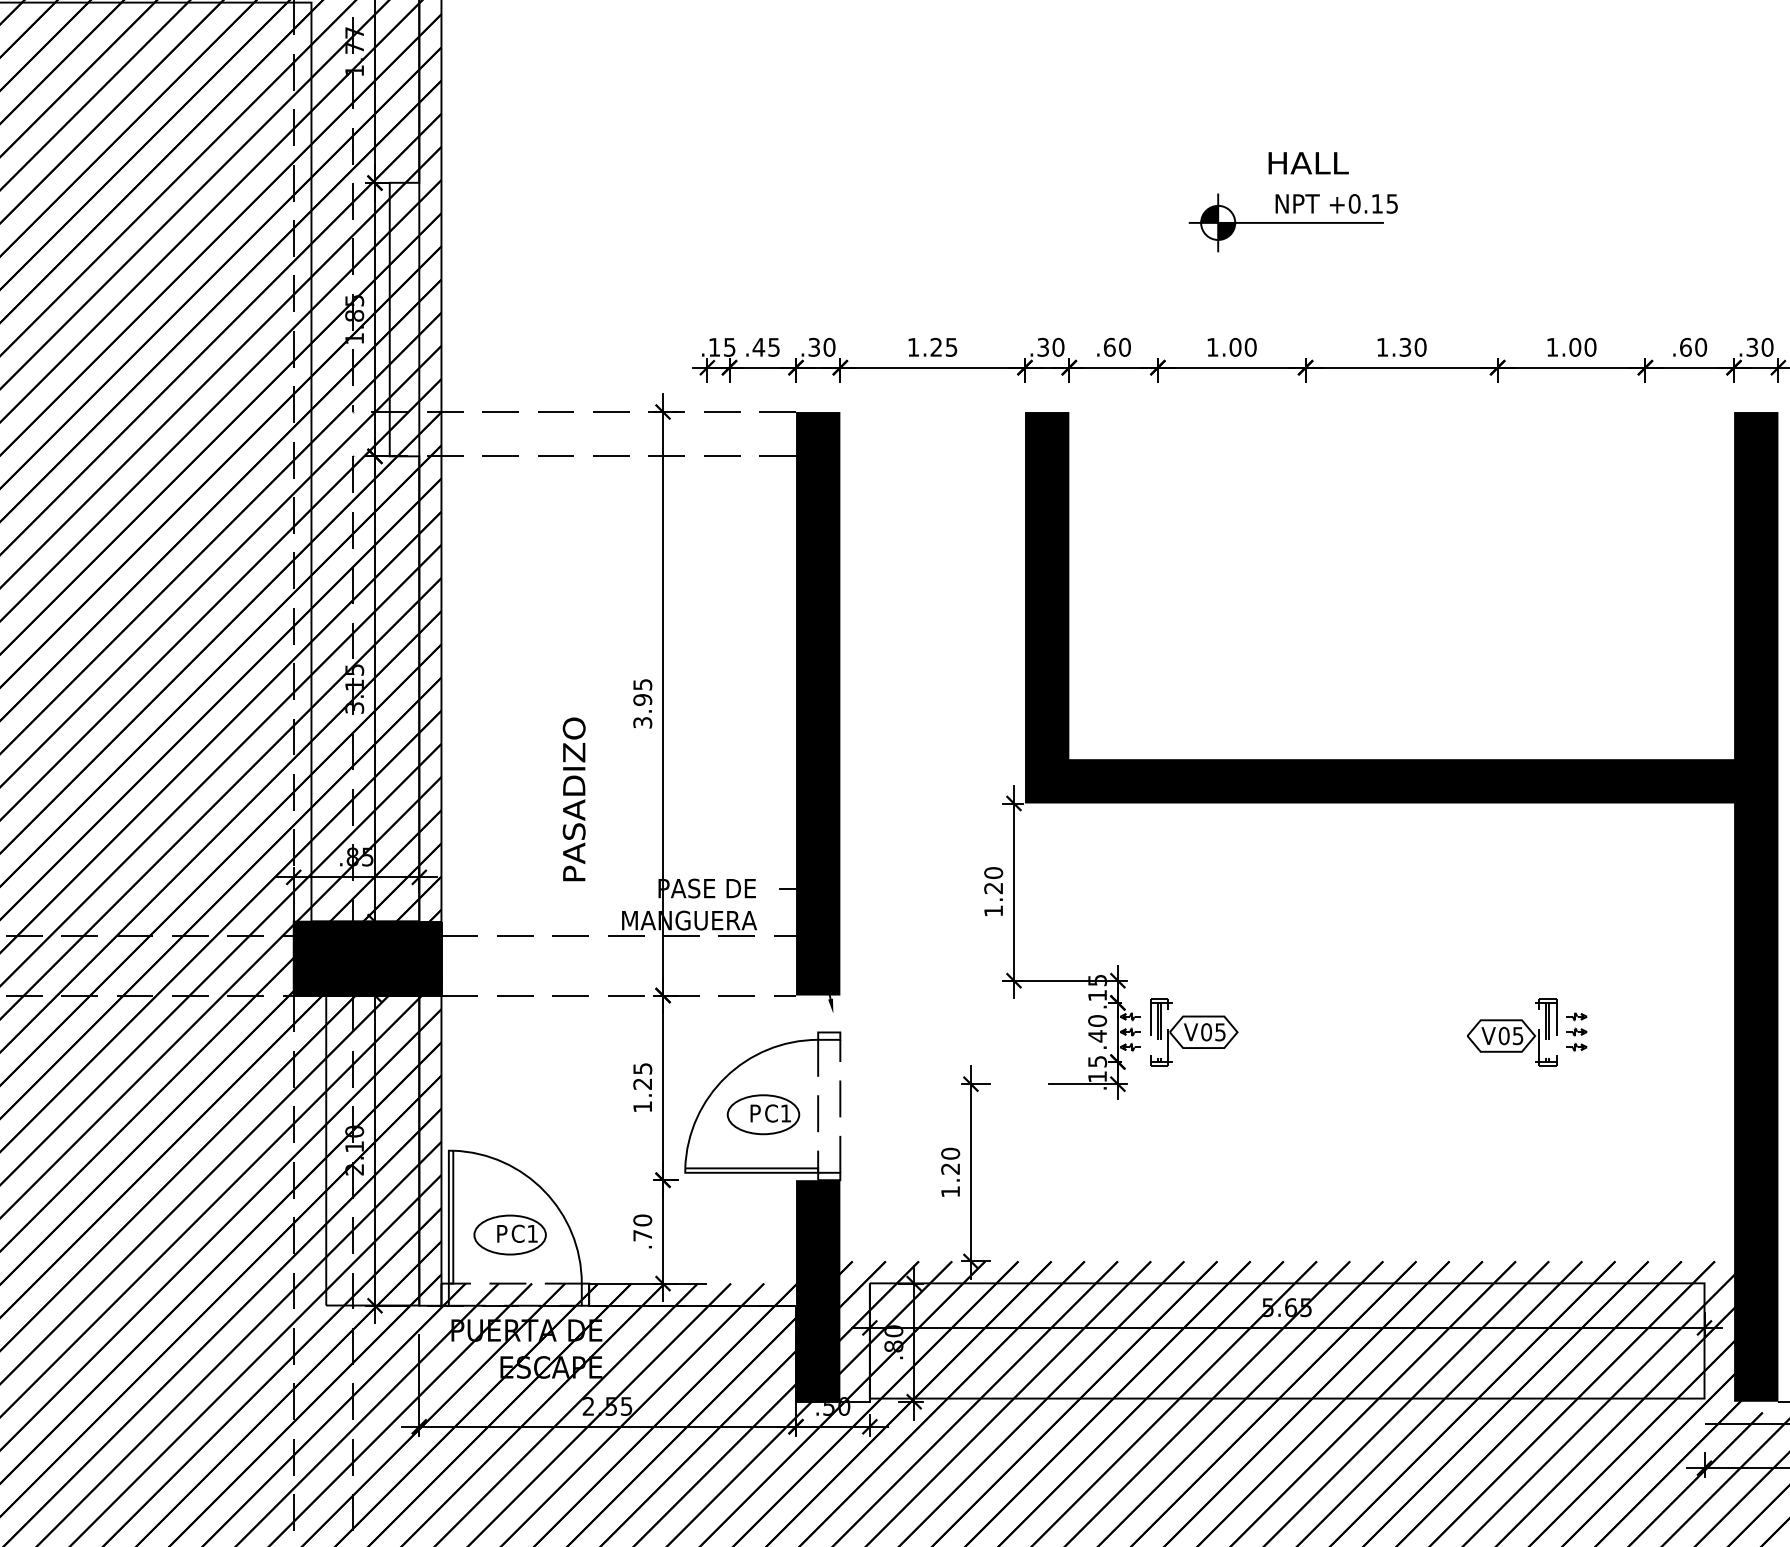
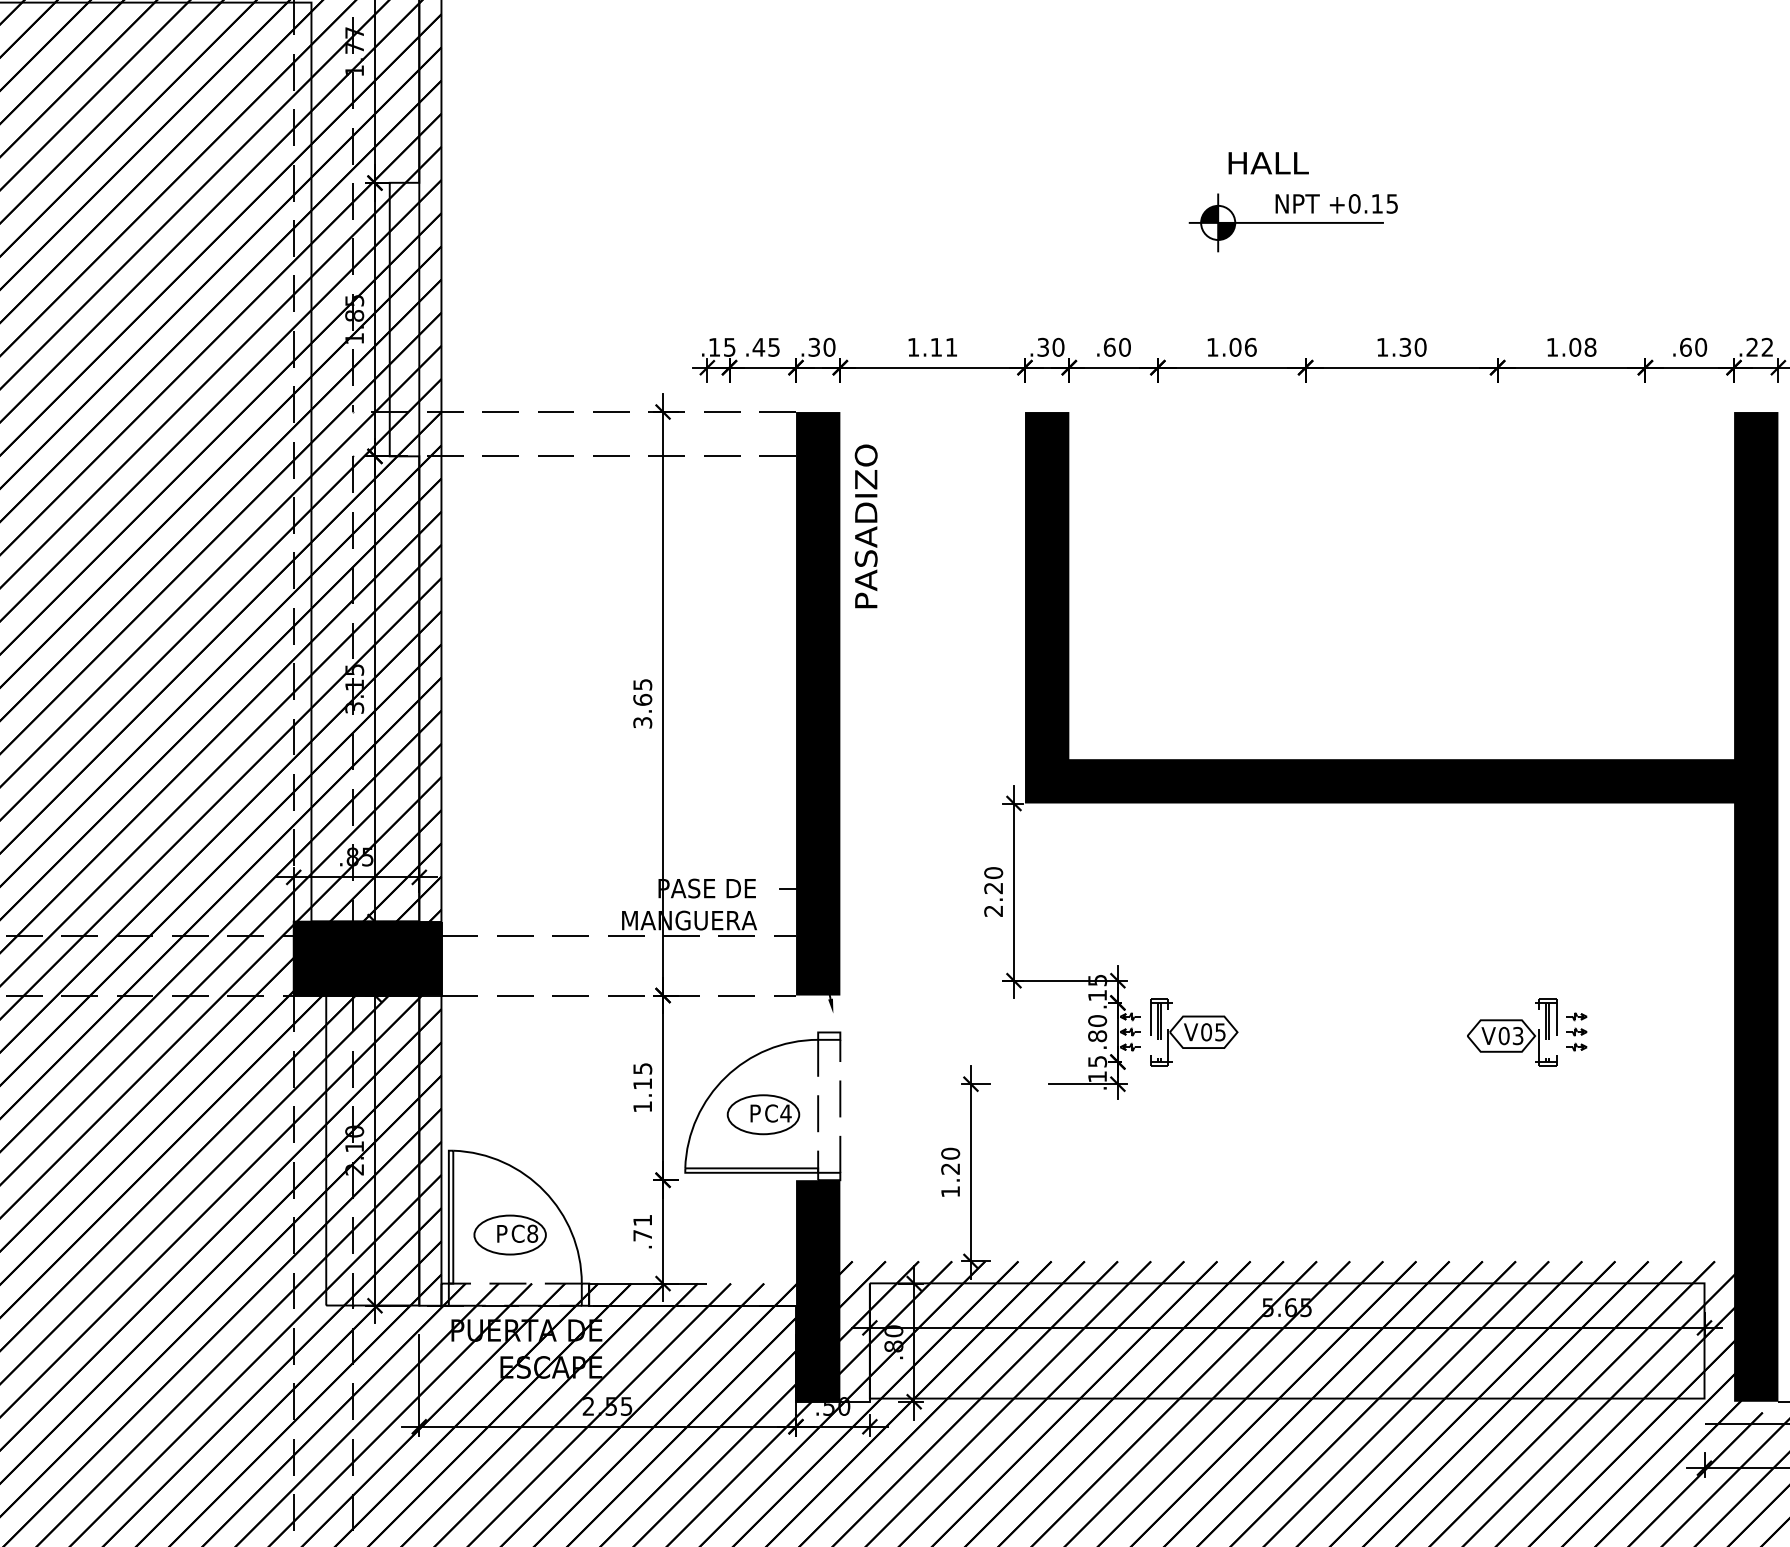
text at (1308, 163) position: (1308, 163) -> (1268, 163)
text at (943, 346): 1.25 -> 1.11
text at (1250, 346): 1.00 -> 1.06
text at (1759, 346): .30 -> .22
text at (1590, 347): 1.00 -> 1.08
text at (642, 699): 3.95 -> 3.65
text at (573, 799) position: (573, 799) -> (865, 526)
text at (993, 910): 1.20 -> 2.20
text at (1518, 1035): 05 -> 03
text at (1097, 1036): .40 -> .80
text at (642, 1083): 1.25 -> 1.15
text at (785, 1113): C1 -> C4
text at (642, 1220): .70 -> .71
text at (532, 1233): C1 -> C8
